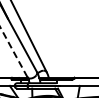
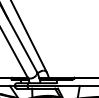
line at (13, 51): dashed -> solid
